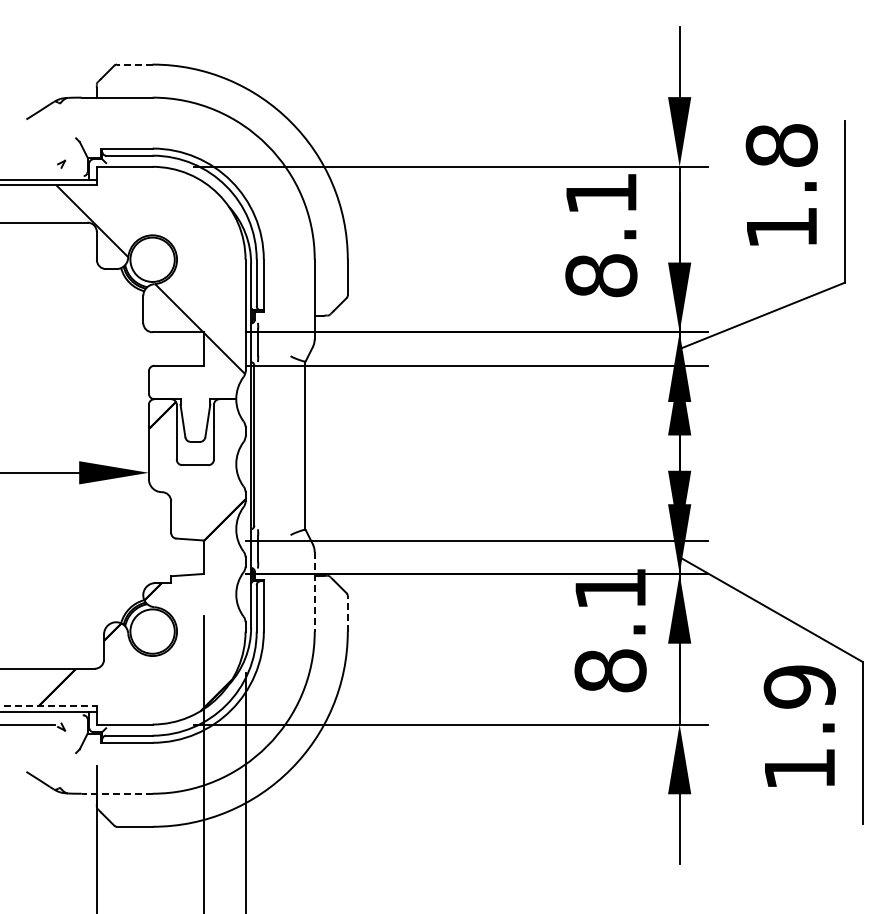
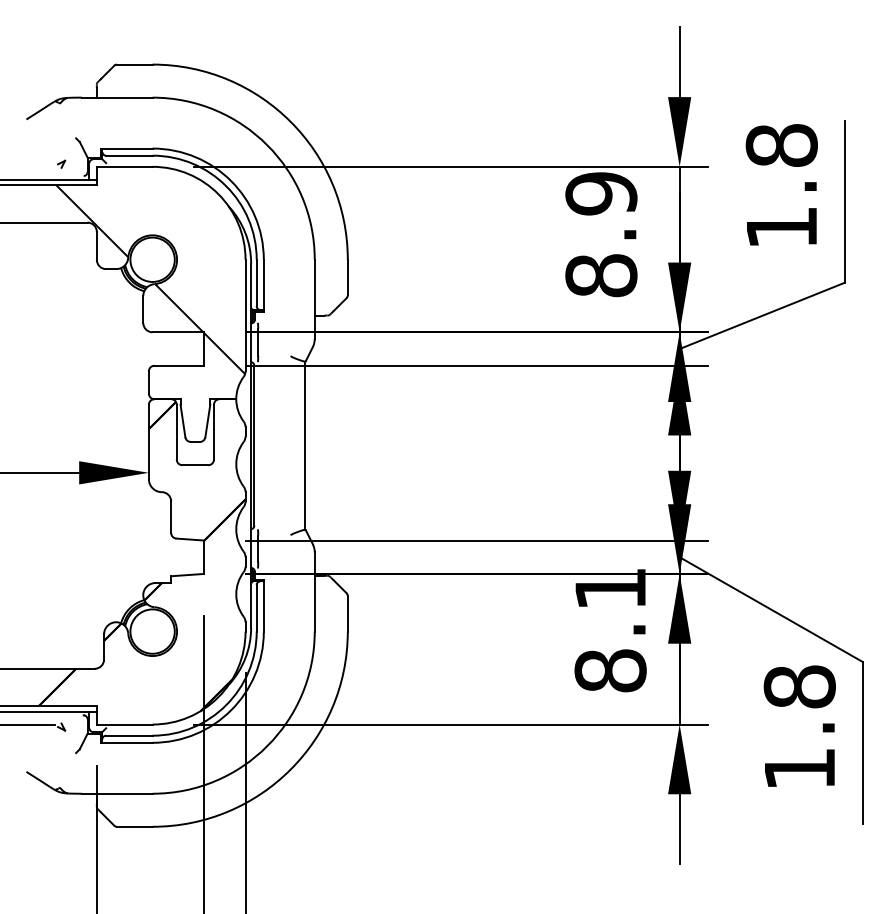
line at (134, 64): dashed -> solid
text at (601, 193): 8.1 -> 8.9
line at (314, 592): dashed -> solid
line at (347, 613): dashed -> solid
text at (799, 686): 1.9 -> 1.8
line at (48, 705): dashed -> solid
line at (116, 793): dashed -> solid
